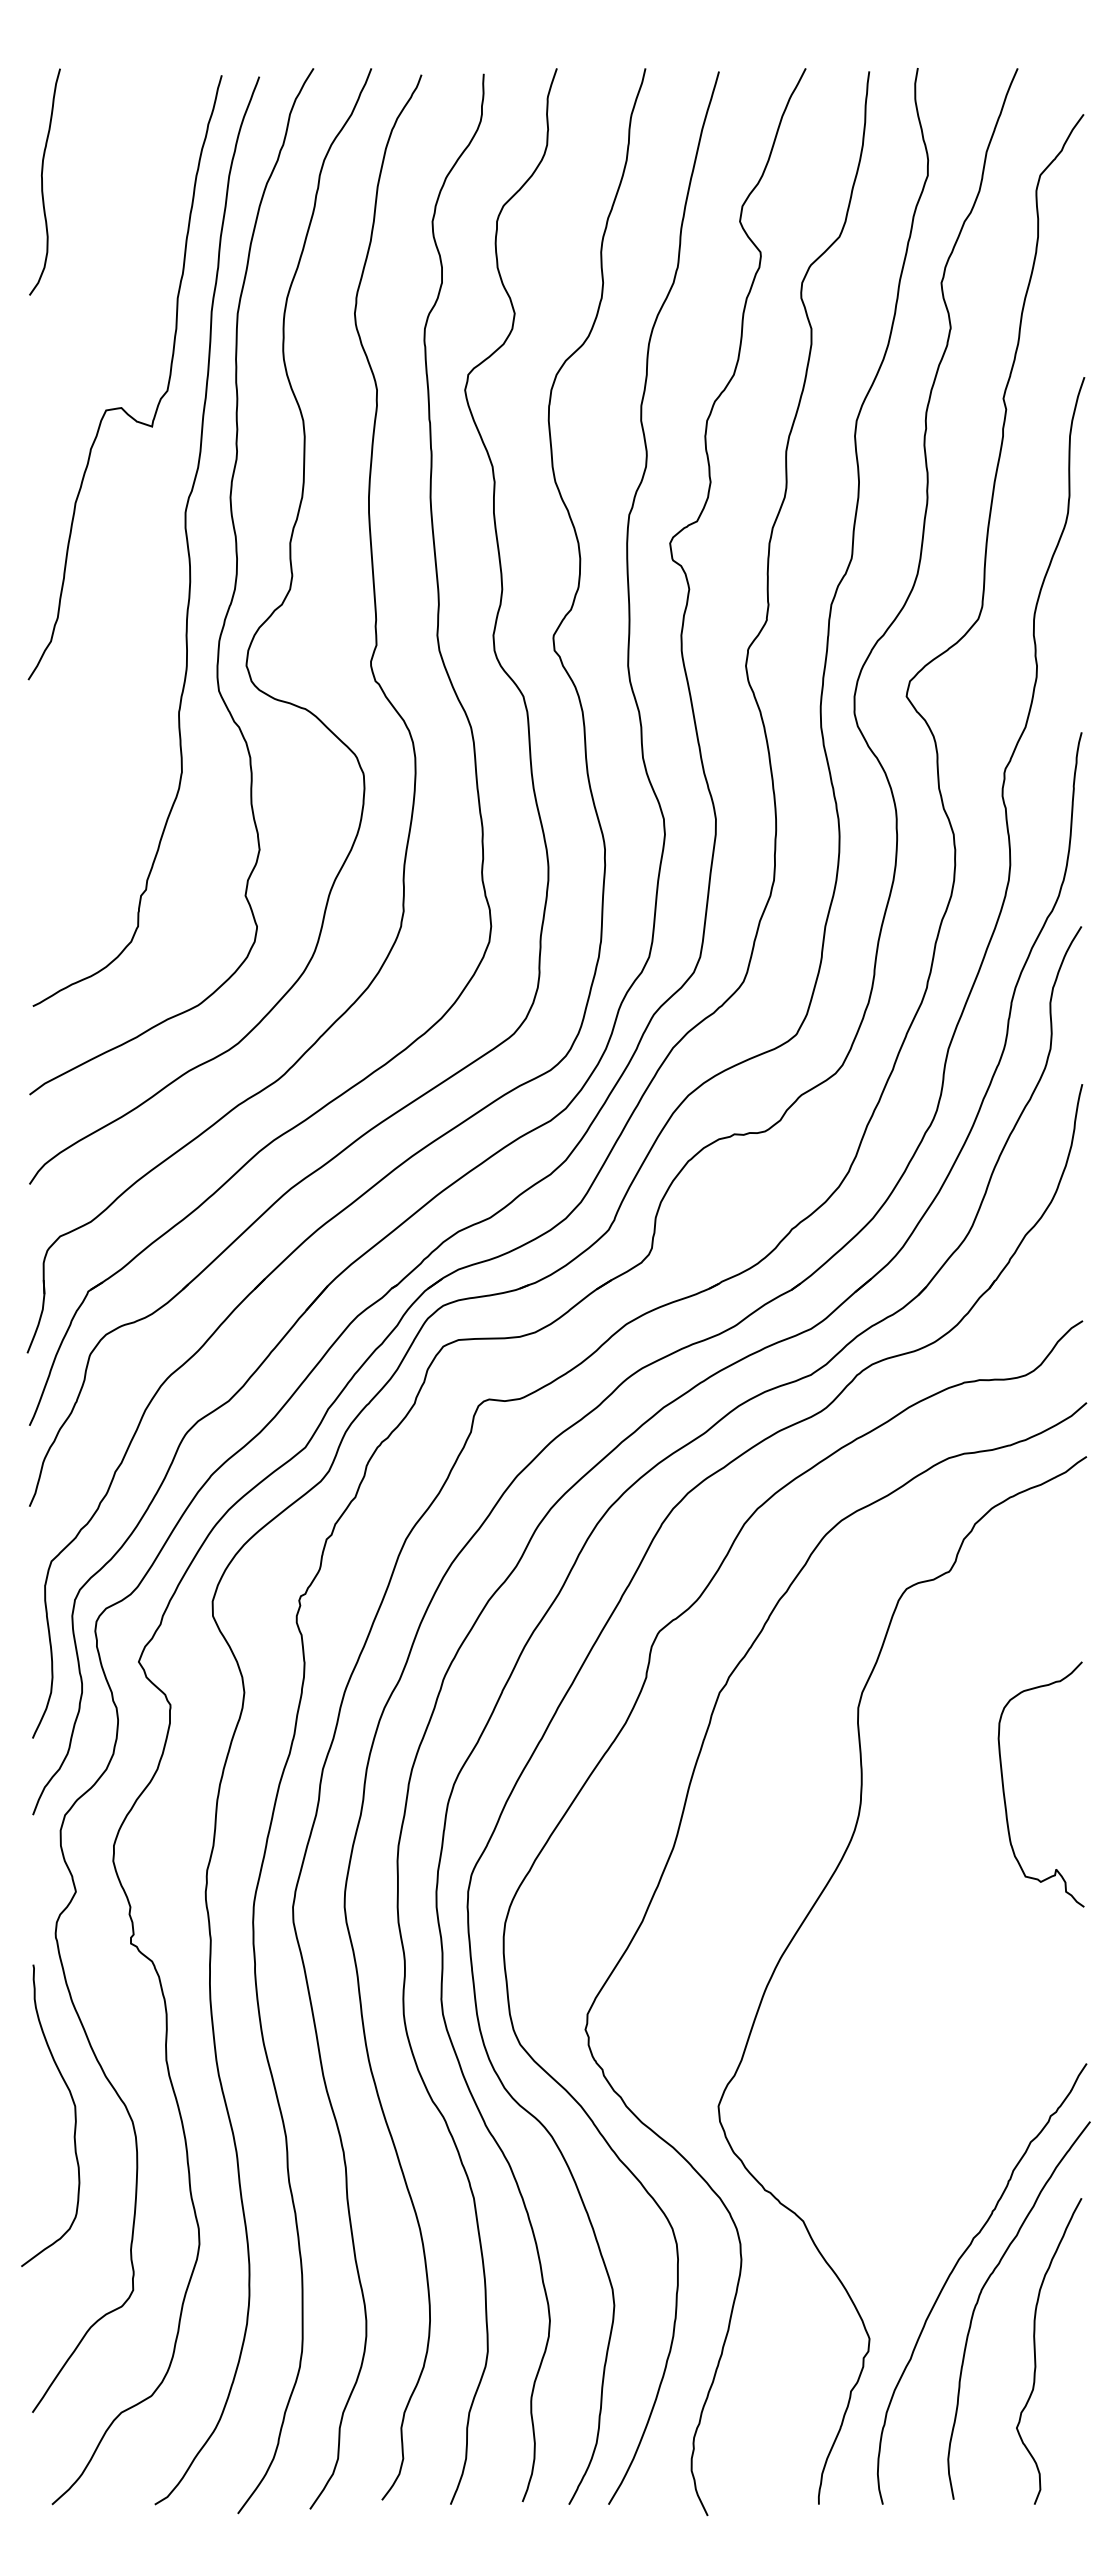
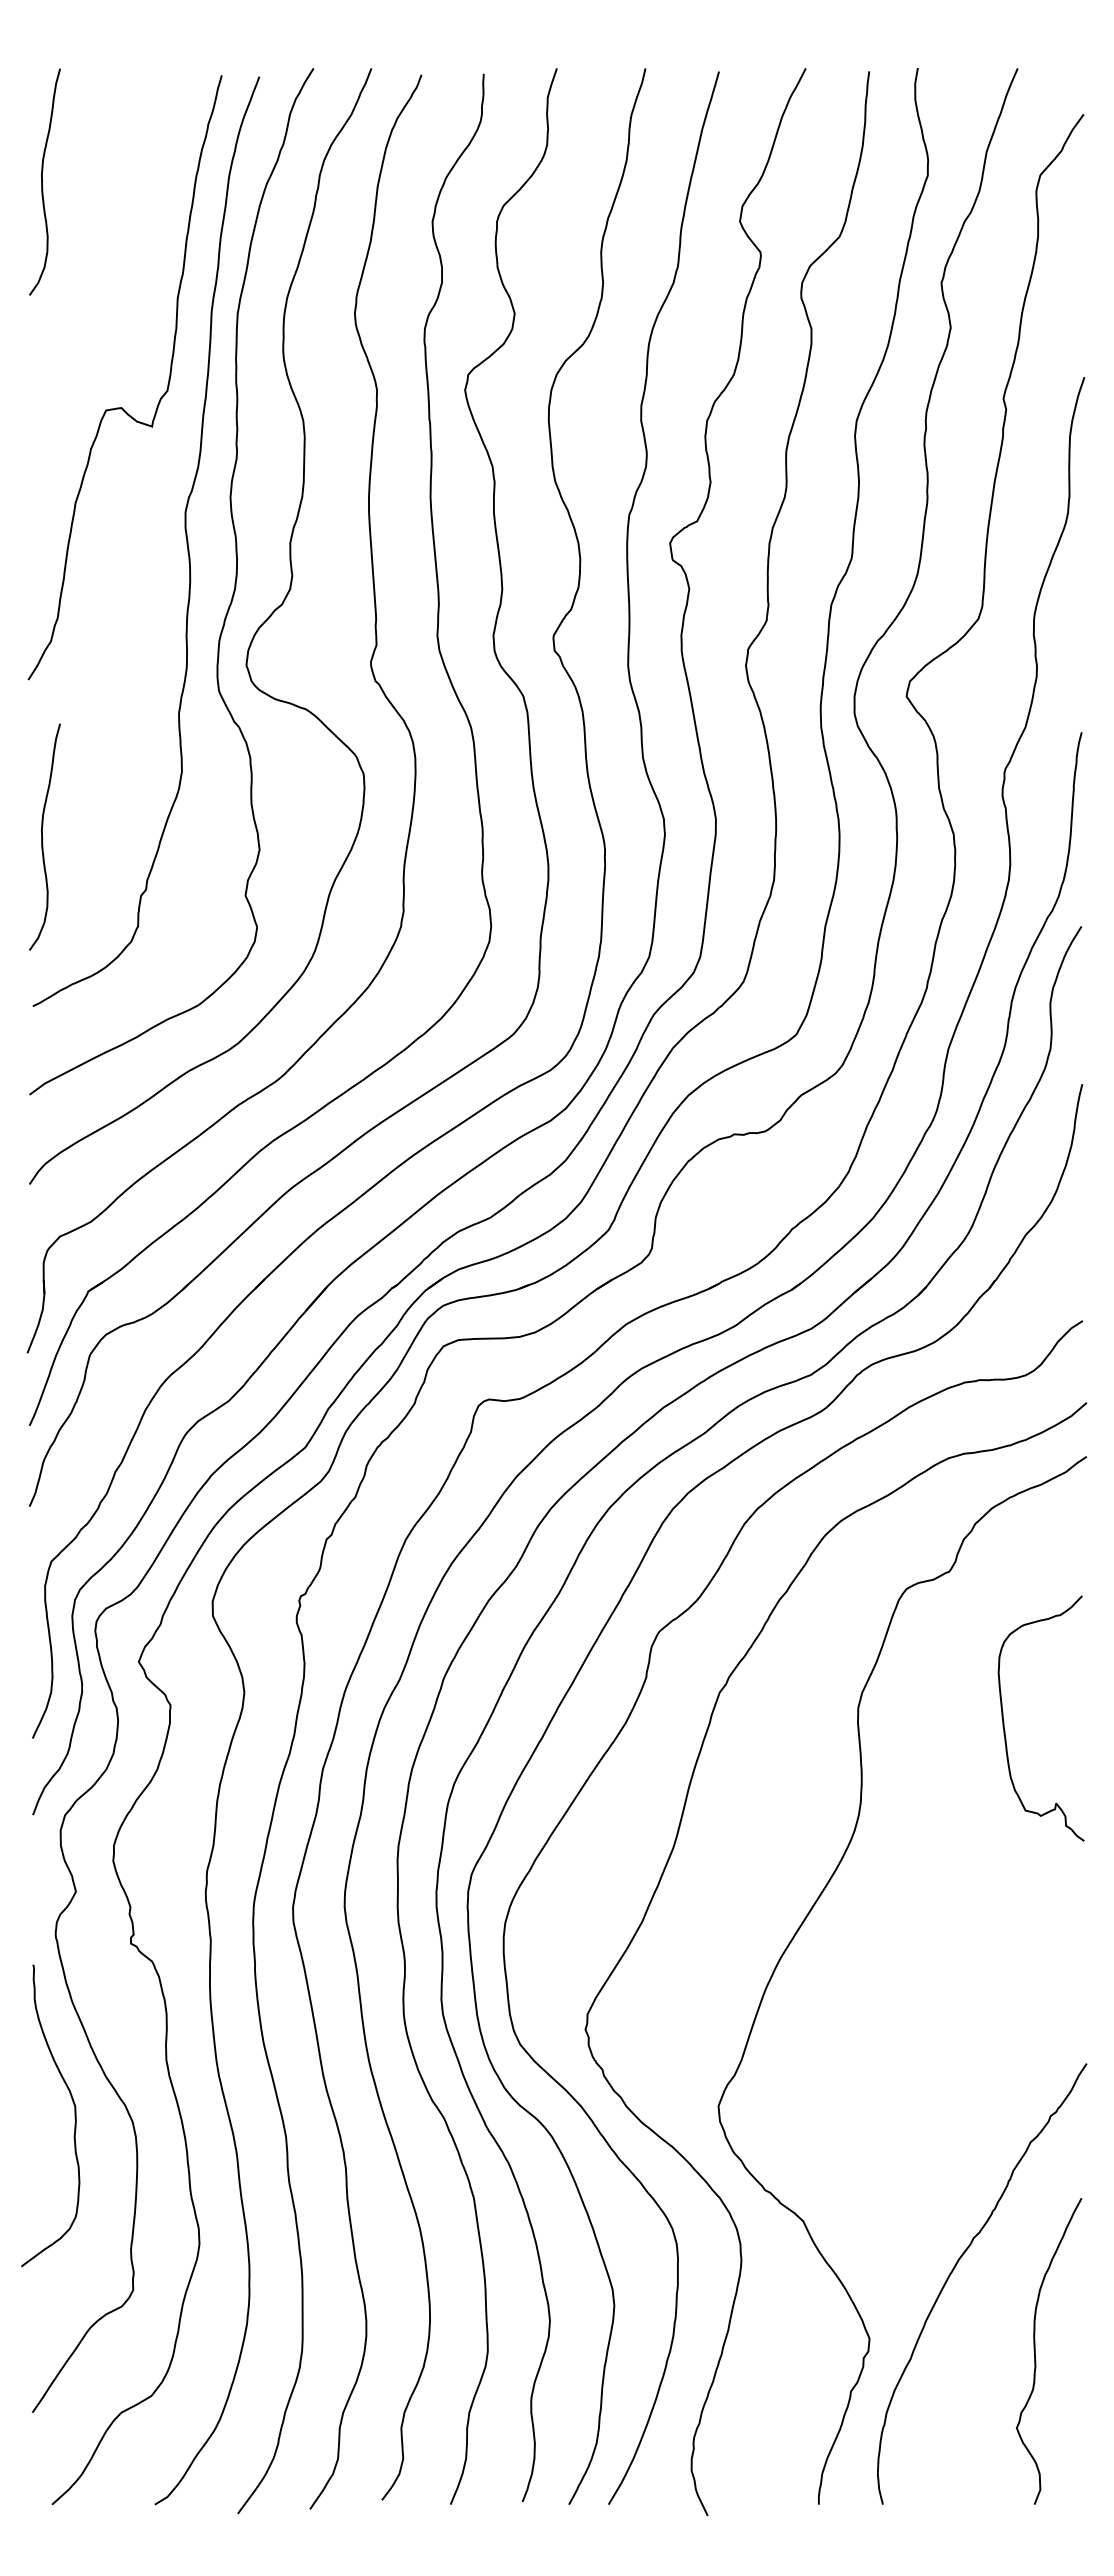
curve at (42, 836): none -> present
curve at (1004, 1787) position: (1004, 1787) -> (1004, 1721)
curve at (980, 2296): present -> none
